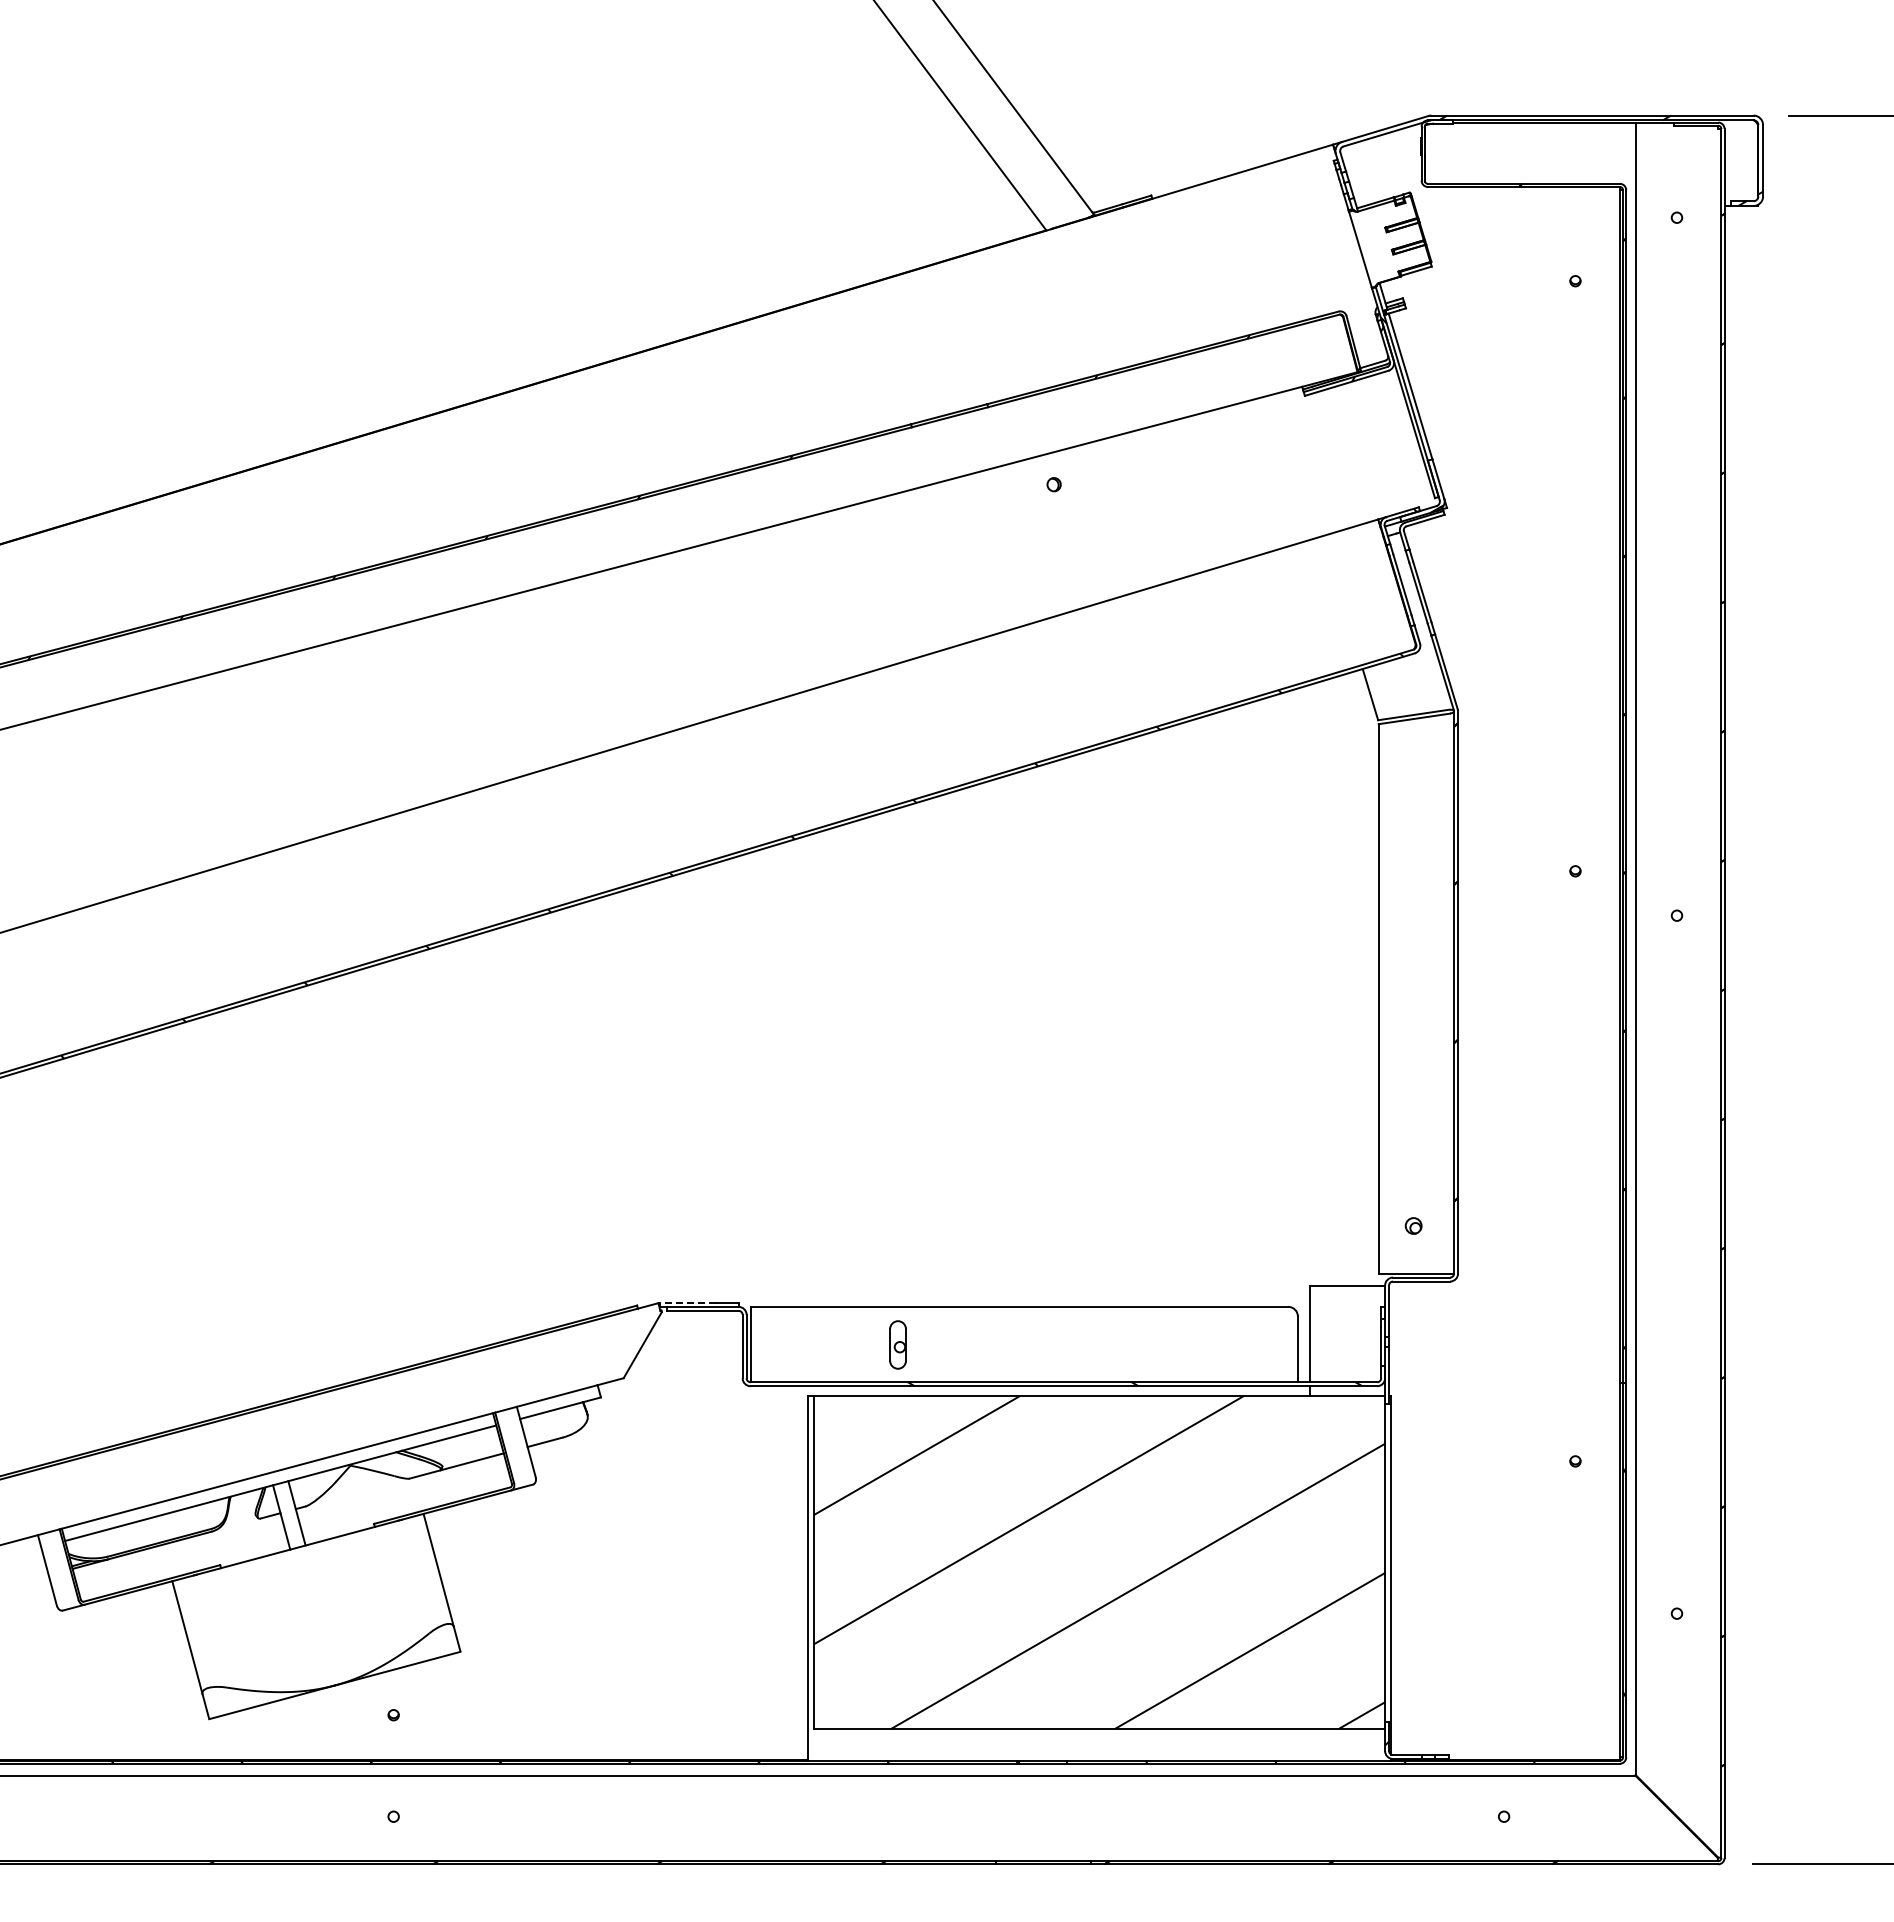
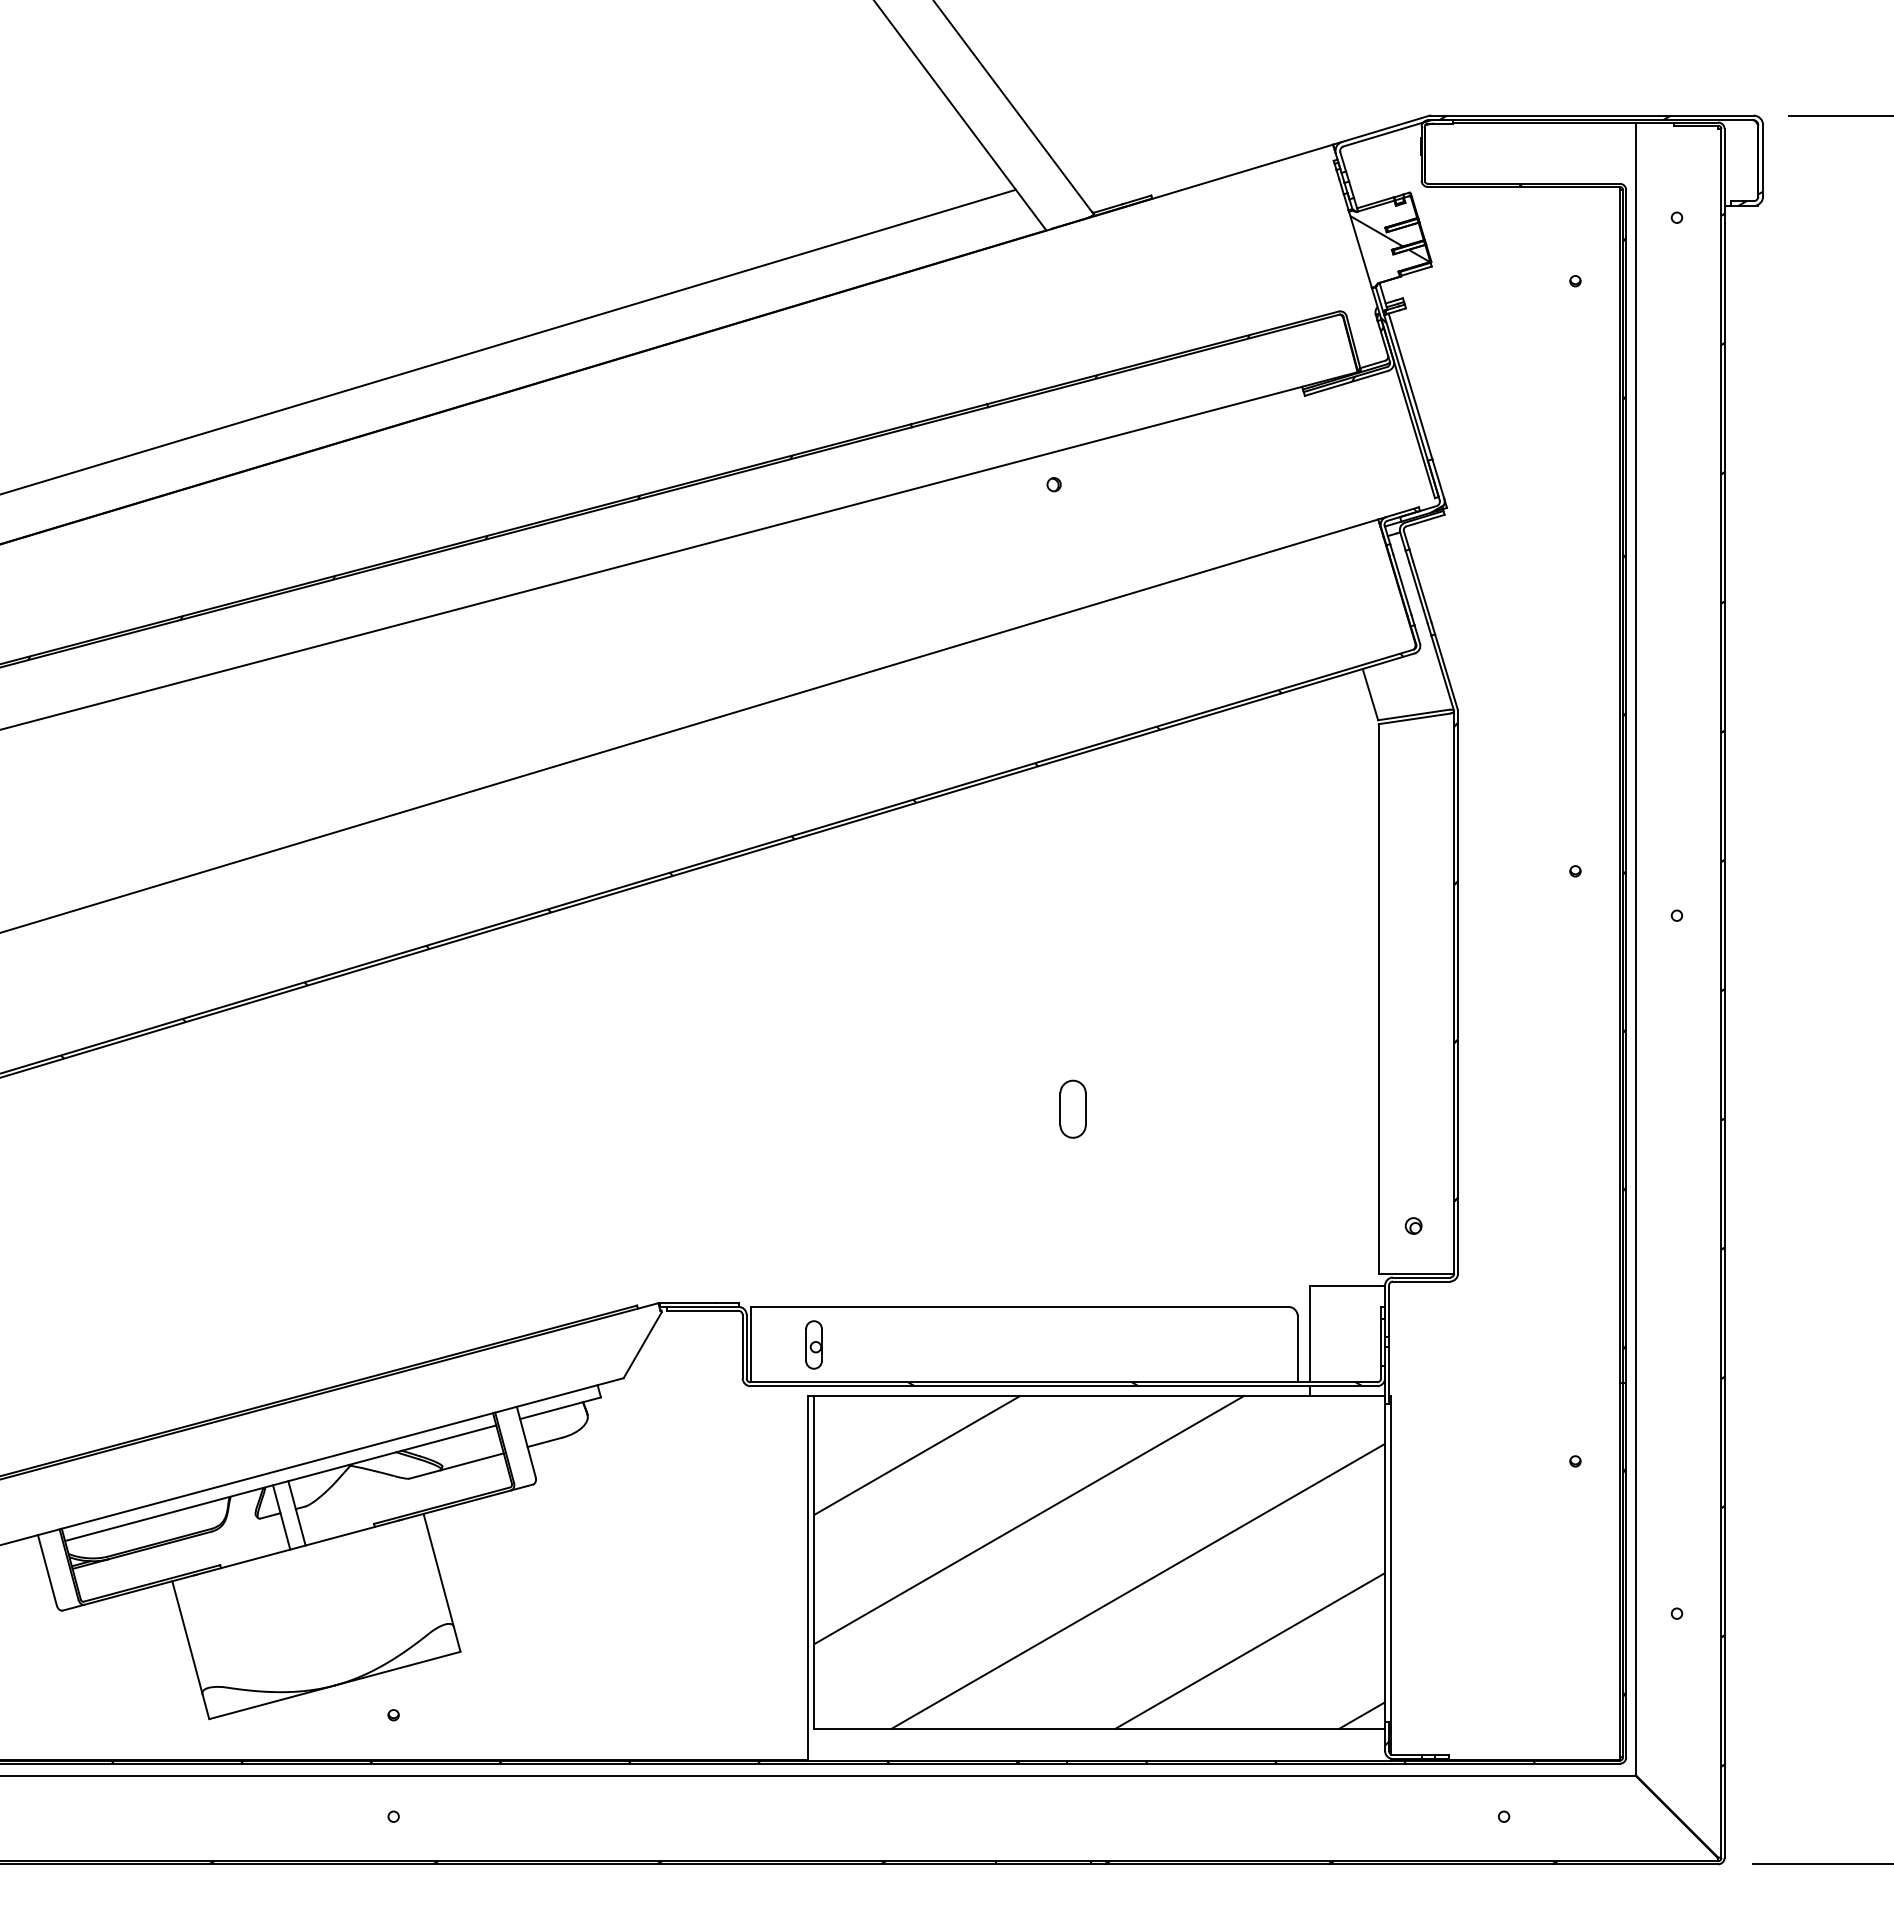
hatch at (1390, 239): none -> present
line at (508, 341): none -> present
part at (1072, 1108): none -> present
line at (687, 1302): dashed -> solid
part at (897, 1344) position: (897, 1344) -> (813, 1344)
